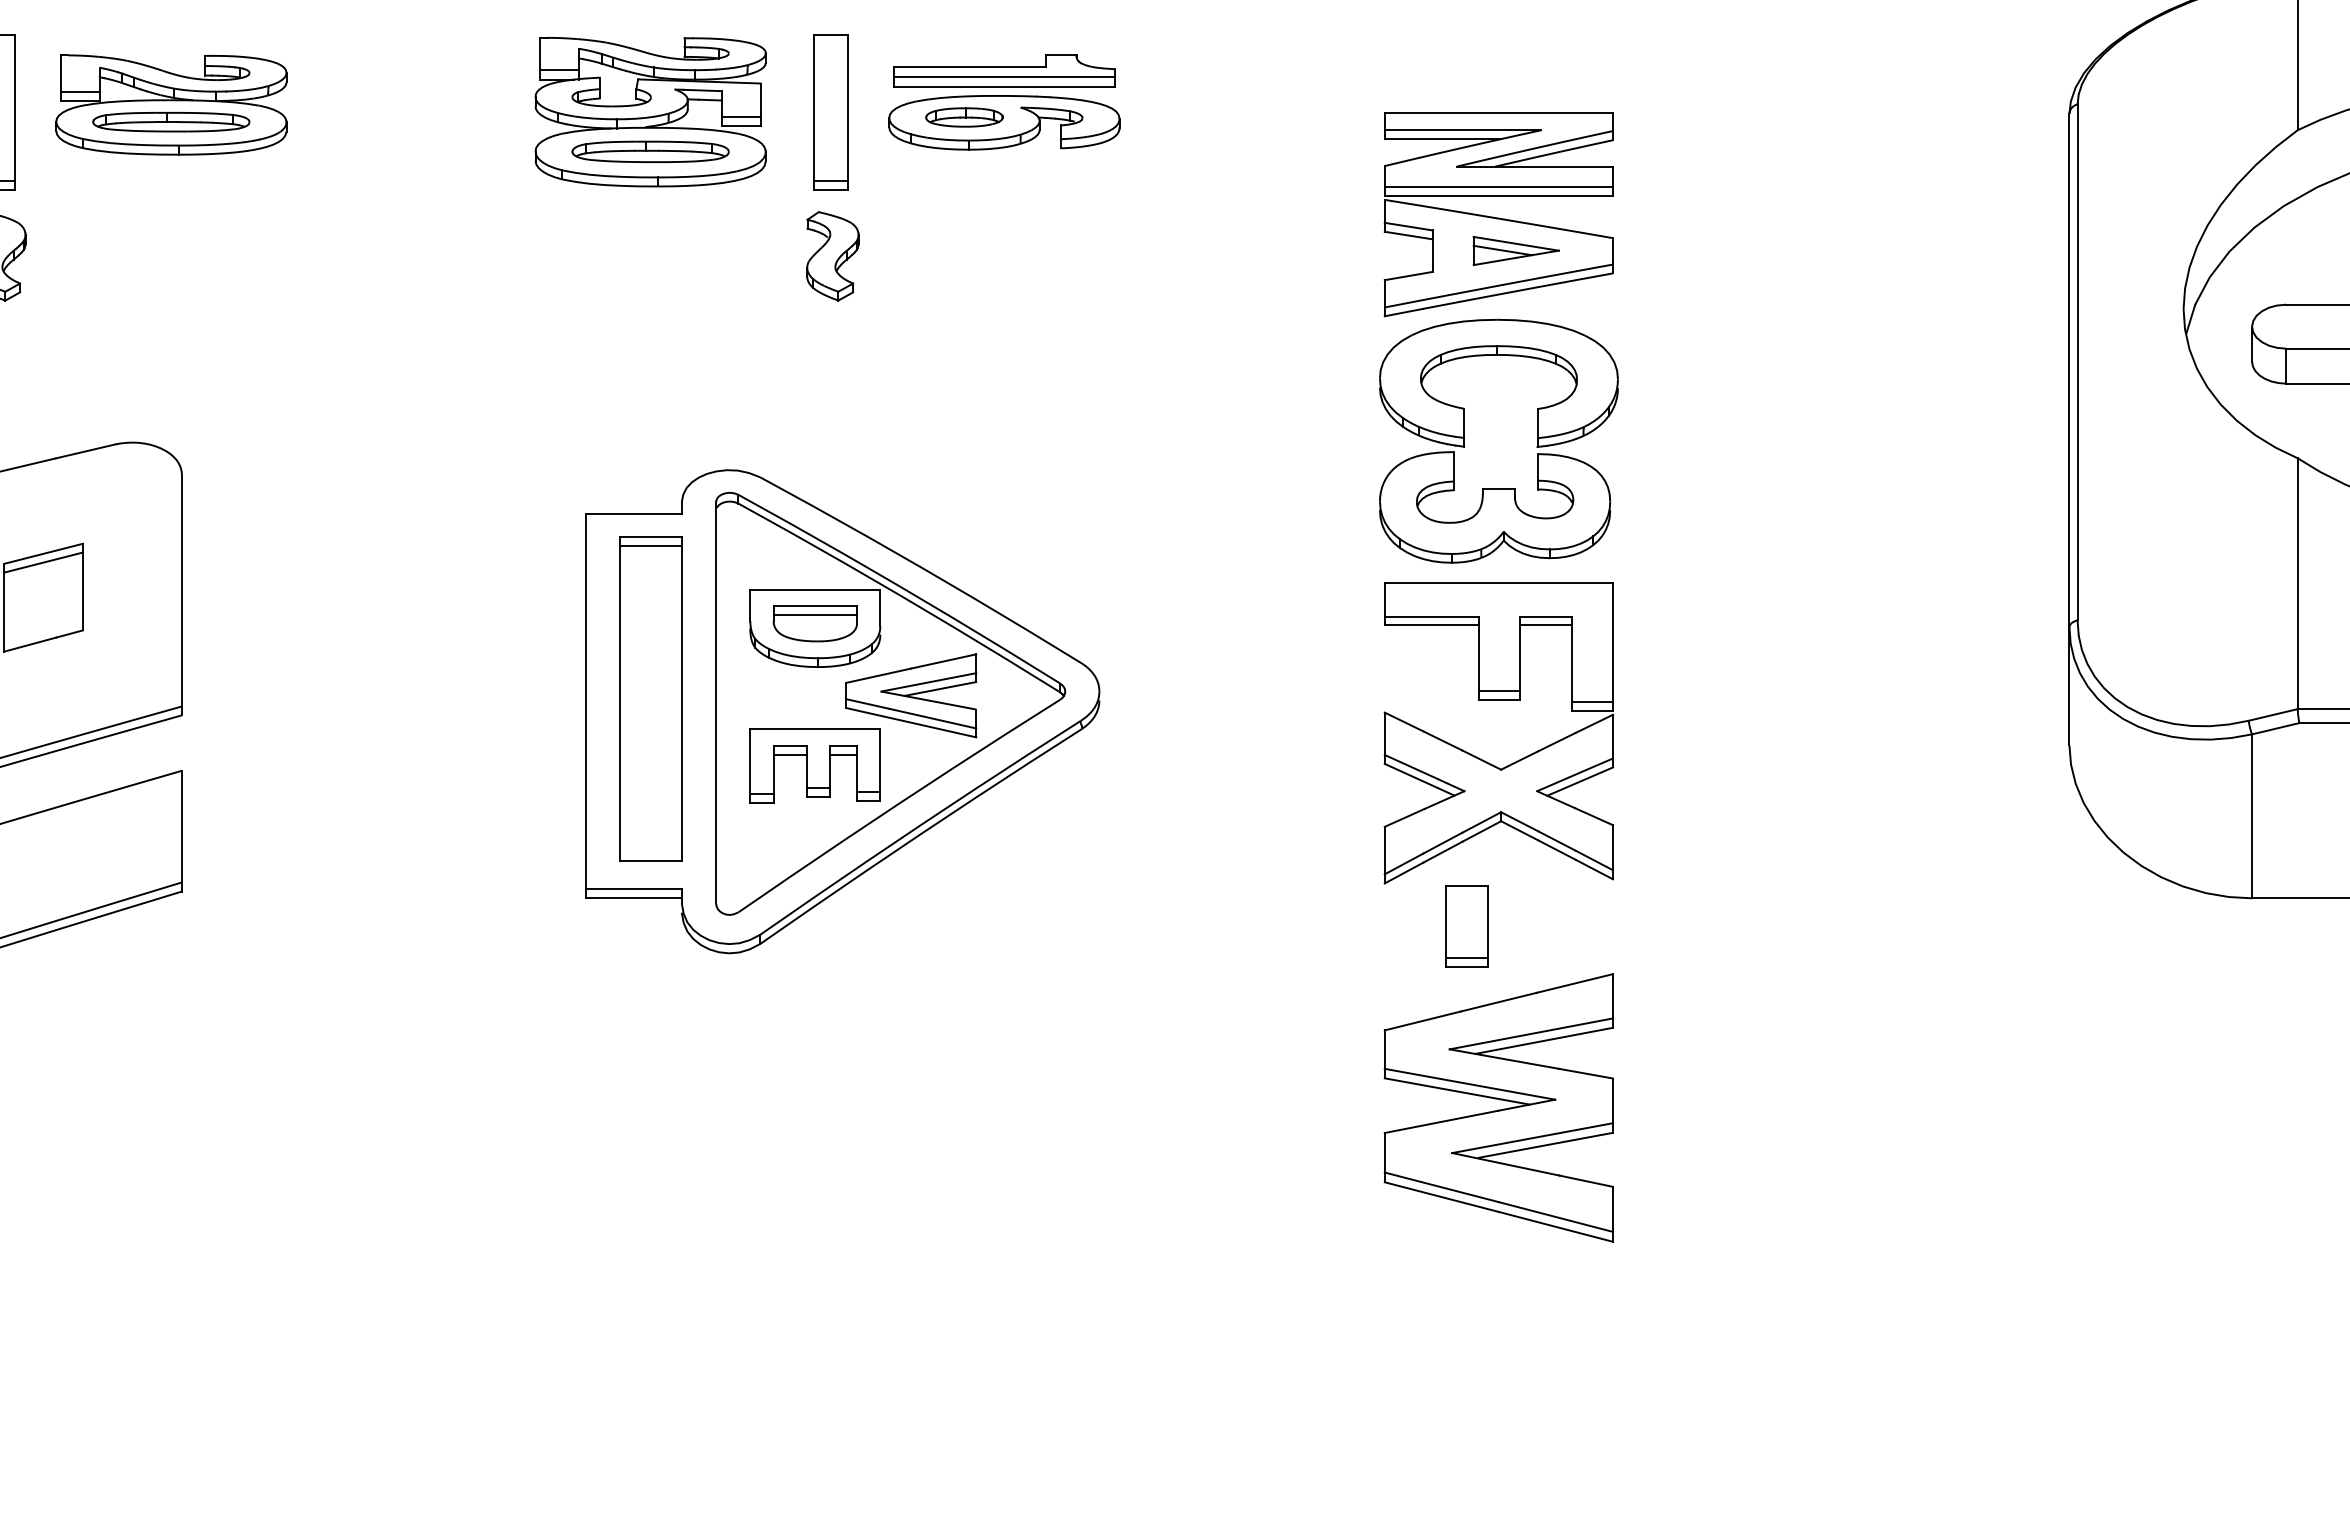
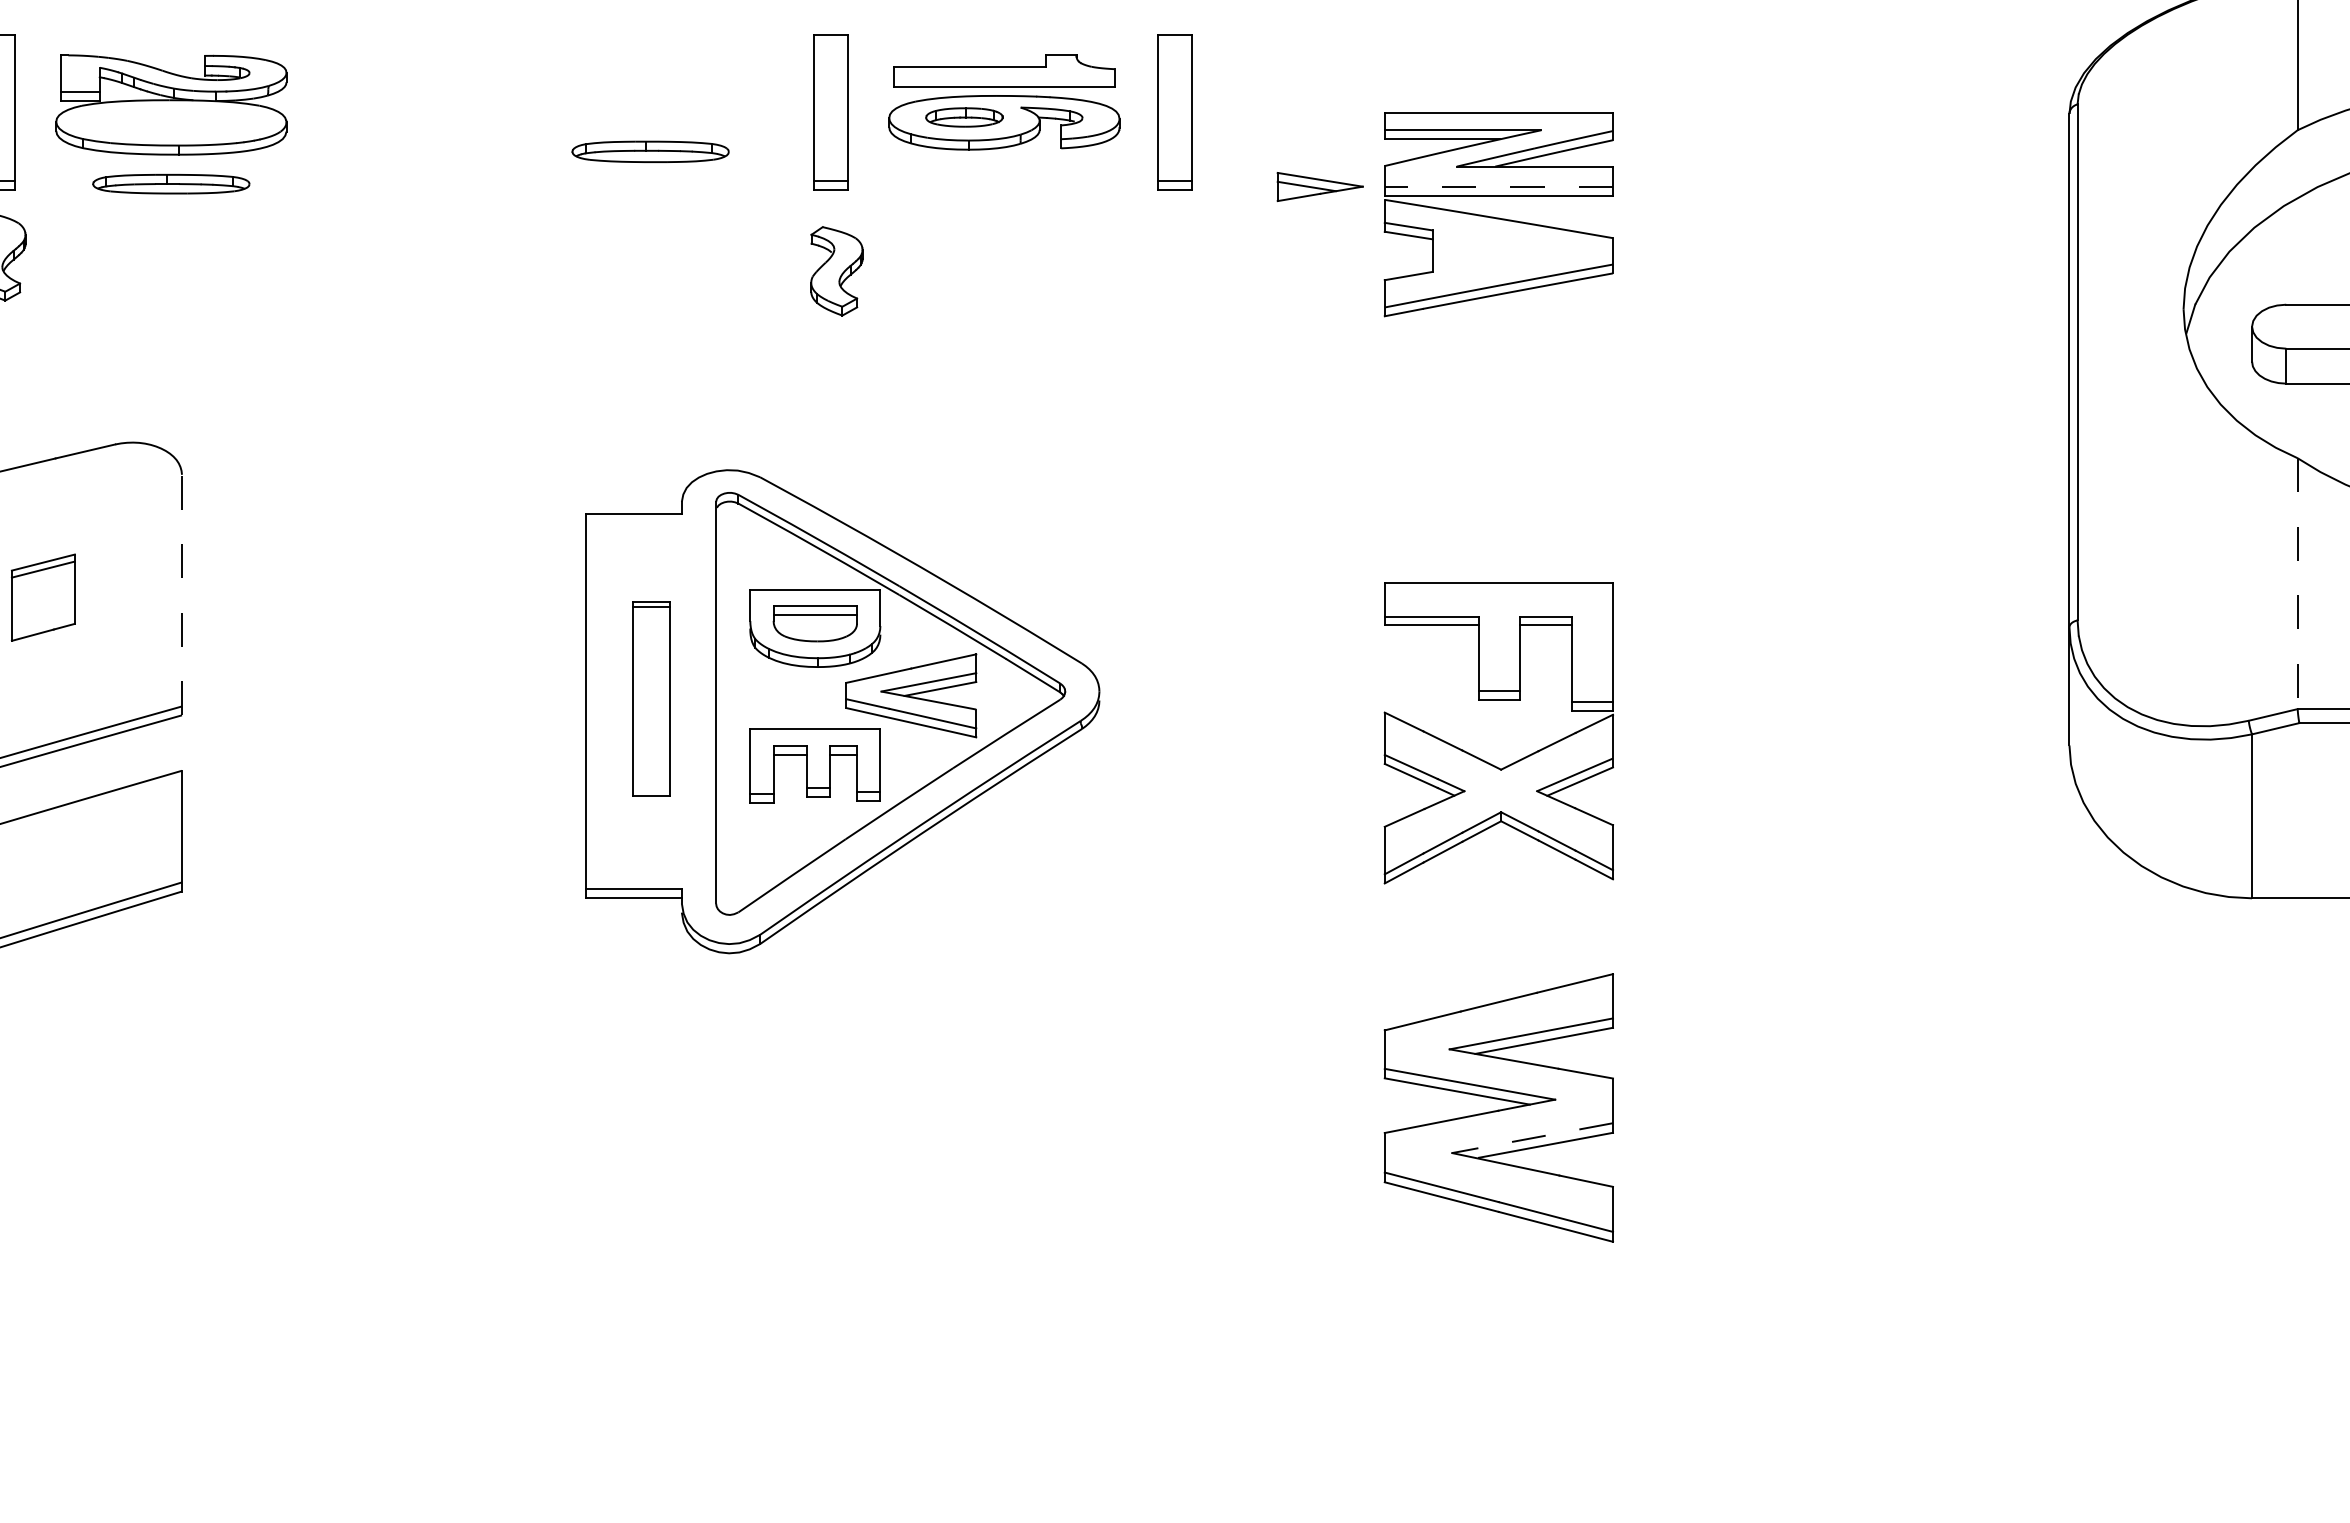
line at (1004, 77): present -> none
part at (650, 112): present -> none
part at (1174, 112): none -> present
part at (171, 122) position: (171, 122) -> (171, 184)
line at (1498, 186): solid -> dashed
part at (1515, 250) position: (1515, 250) -> (1319, 186)
part at (832, 256) position: (832, 256) -> (836, 271)
part at (1465, 437): present -> none
line at (2297, 584): solid -> dashed
line at (182, 594): solid -> dashed
part at (43, 597) size: 81x111 px -> 66x89 px
part at (650, 698) size: 64x326 px -> 39x196 px
part at (1466, 926): present -> none
line at (1532, 1138): solid -> dashed
